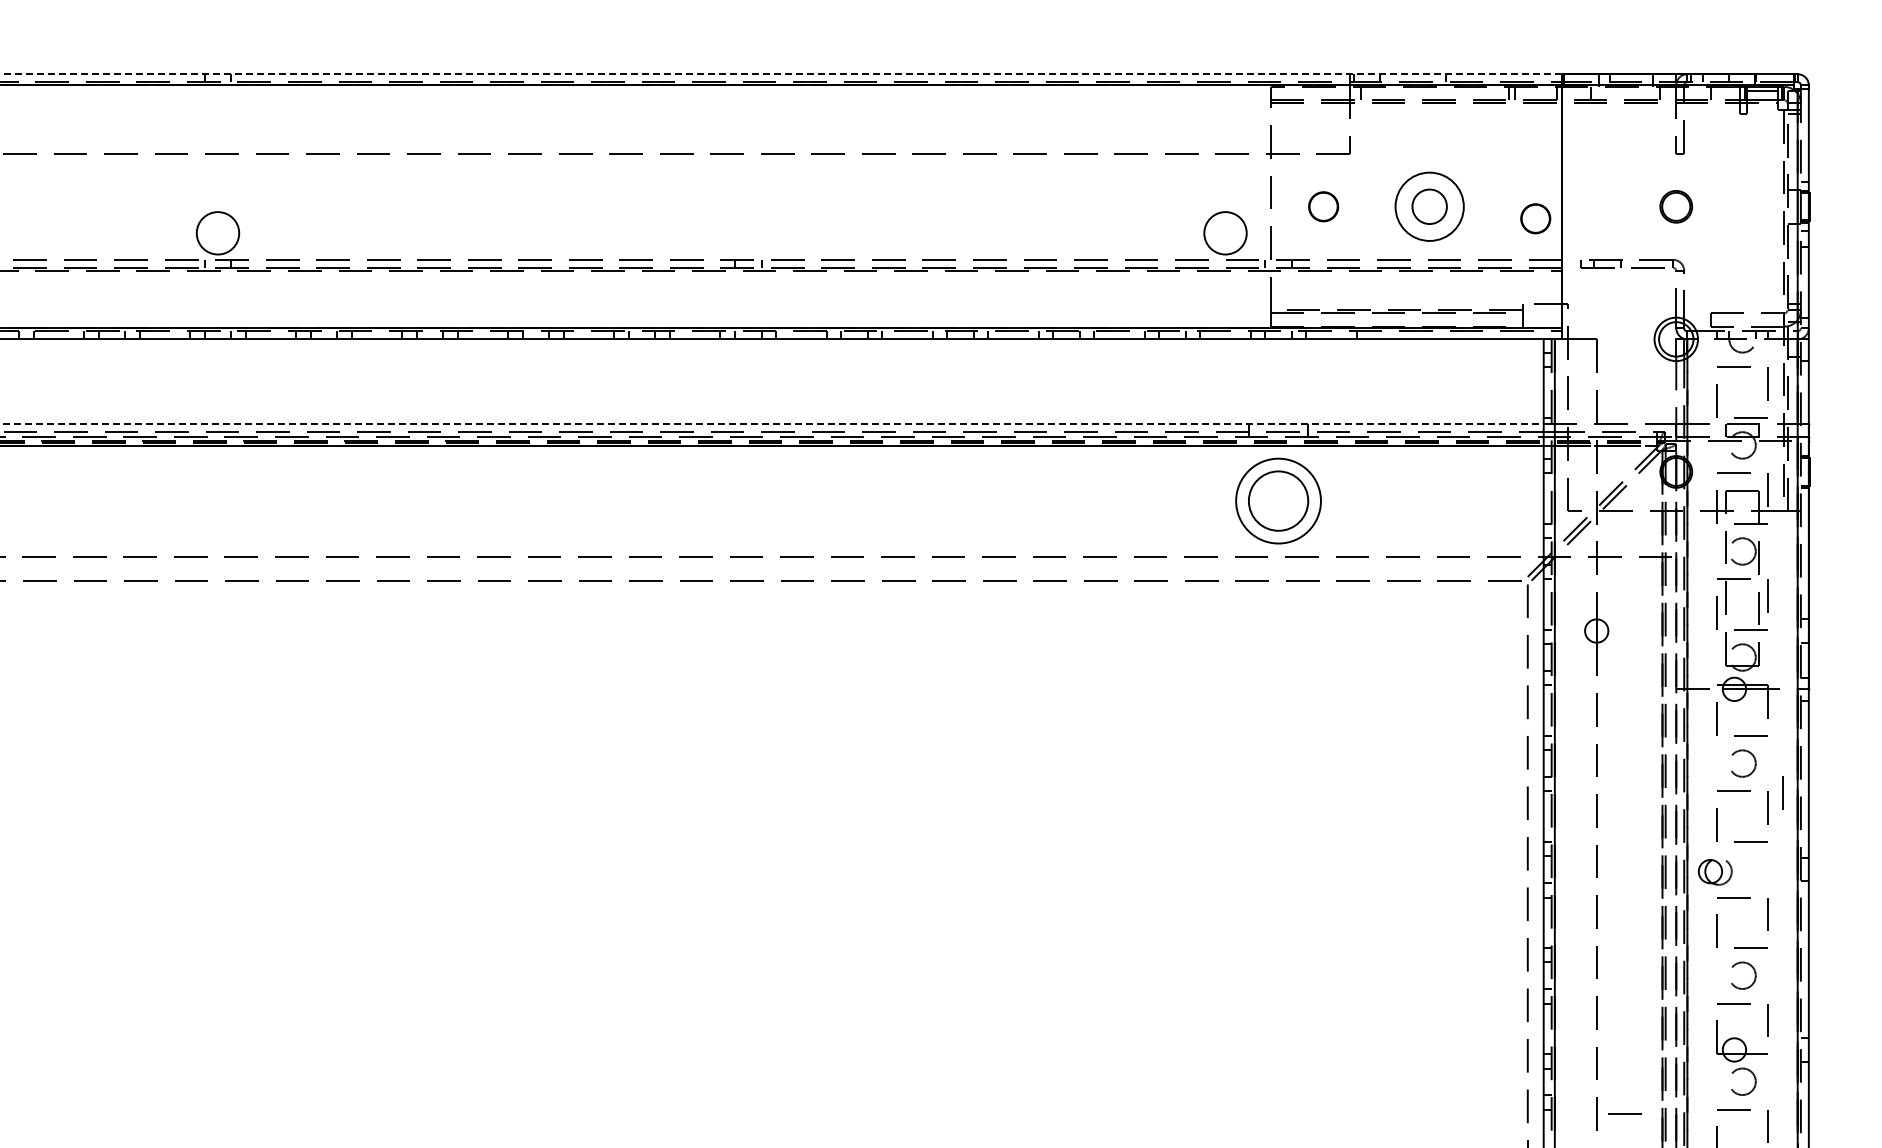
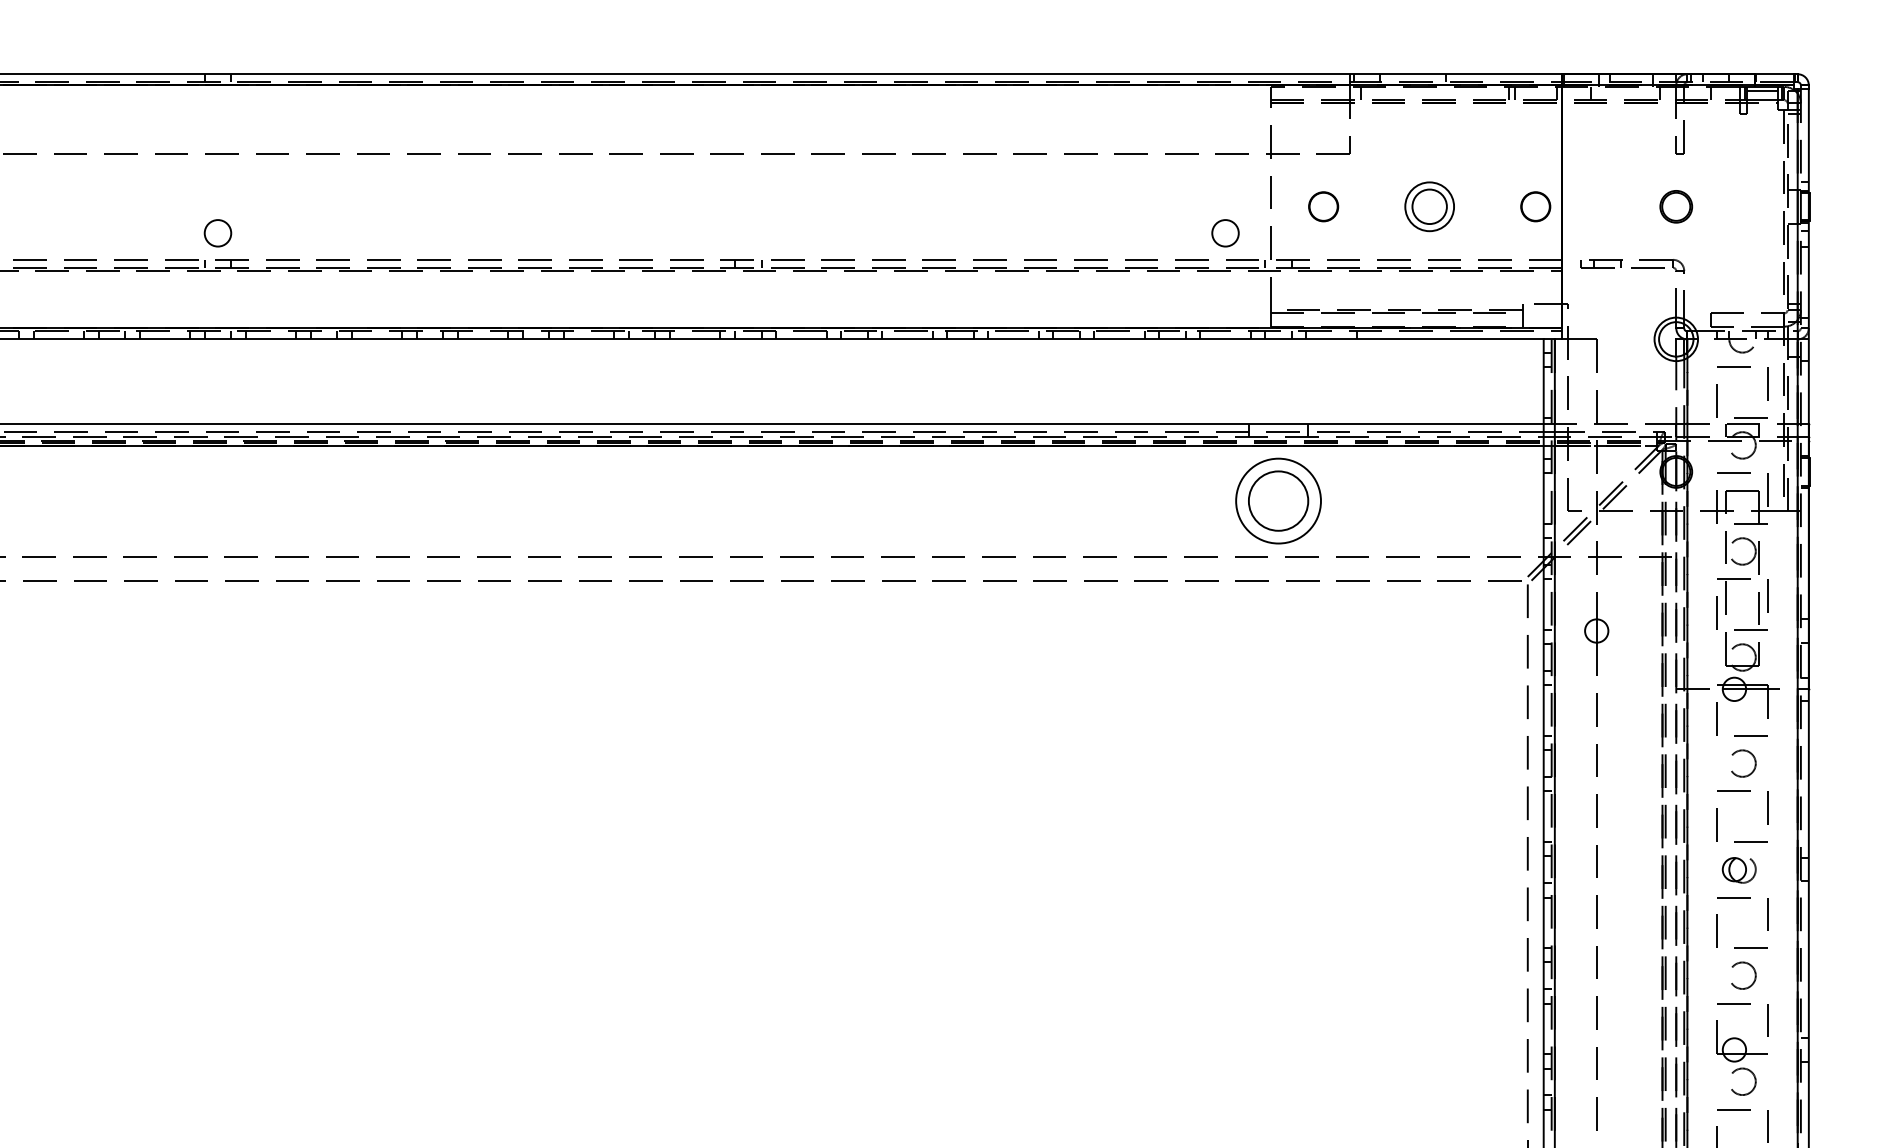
line at (781, 74): dashed -> solid
circle at (1429, 206) diameter: 68 px -> 49 px
circle at (1535, 218) position: (1535, 218) -> (1535, 206)
circle at (217, 233) diameter: 42 px -> 27 px
circle at (1225, 233) diameter: 42 px -> 27 px
line at (771, 424): dashed -> solid
line at (1782, 792): present -> none
part at (1714, 872) position: (1714, 872) -> (1738, 870)
line at (1624, 1113): present -> none
